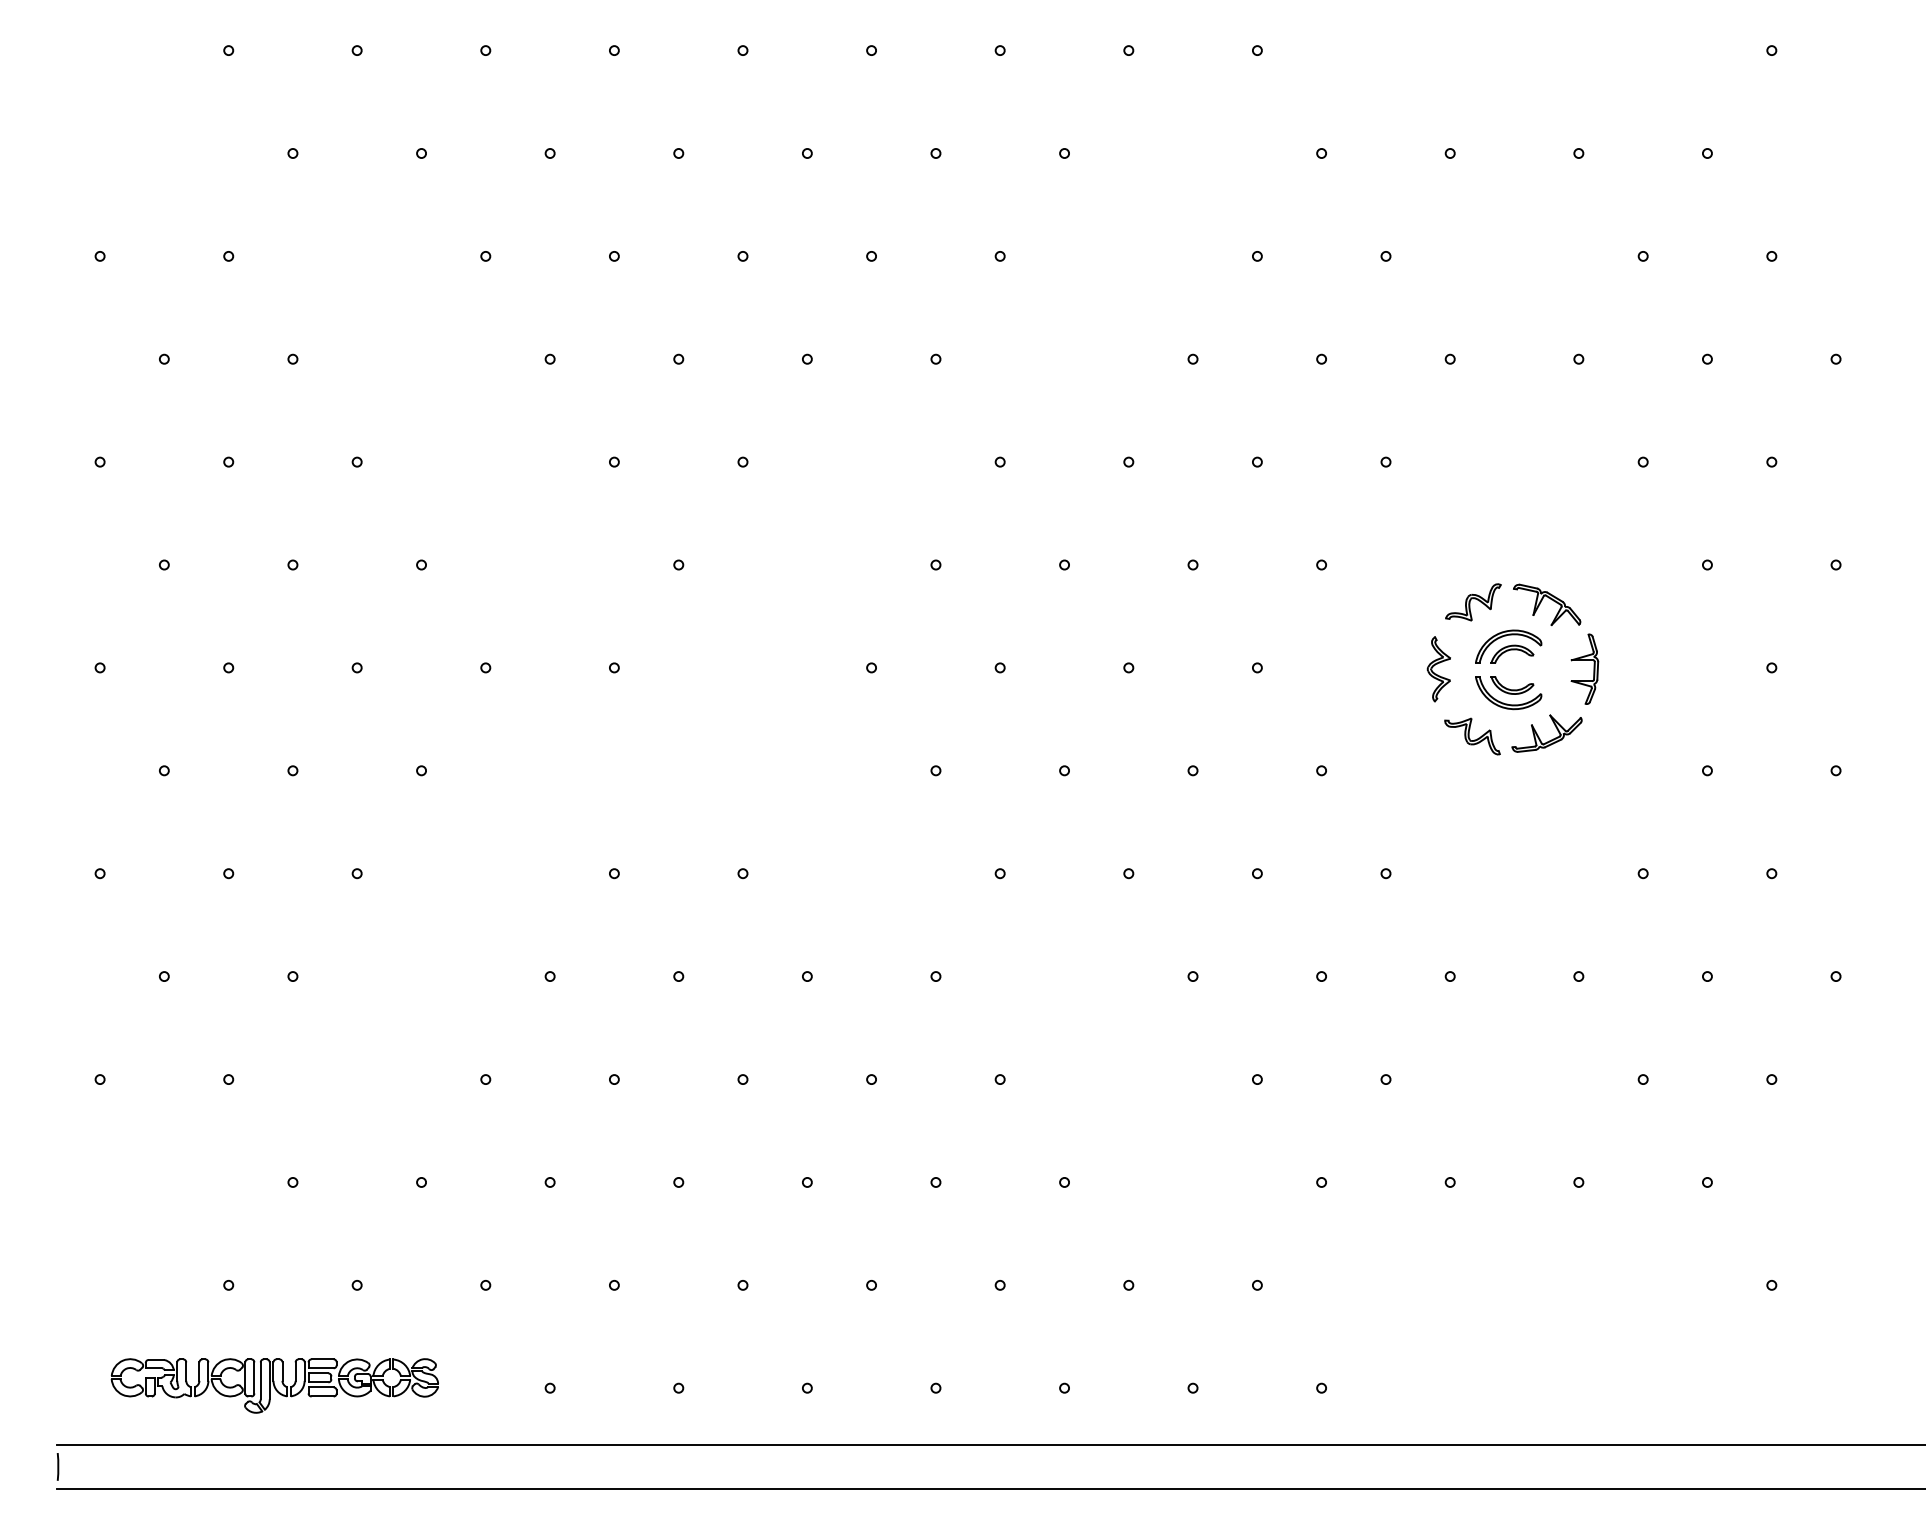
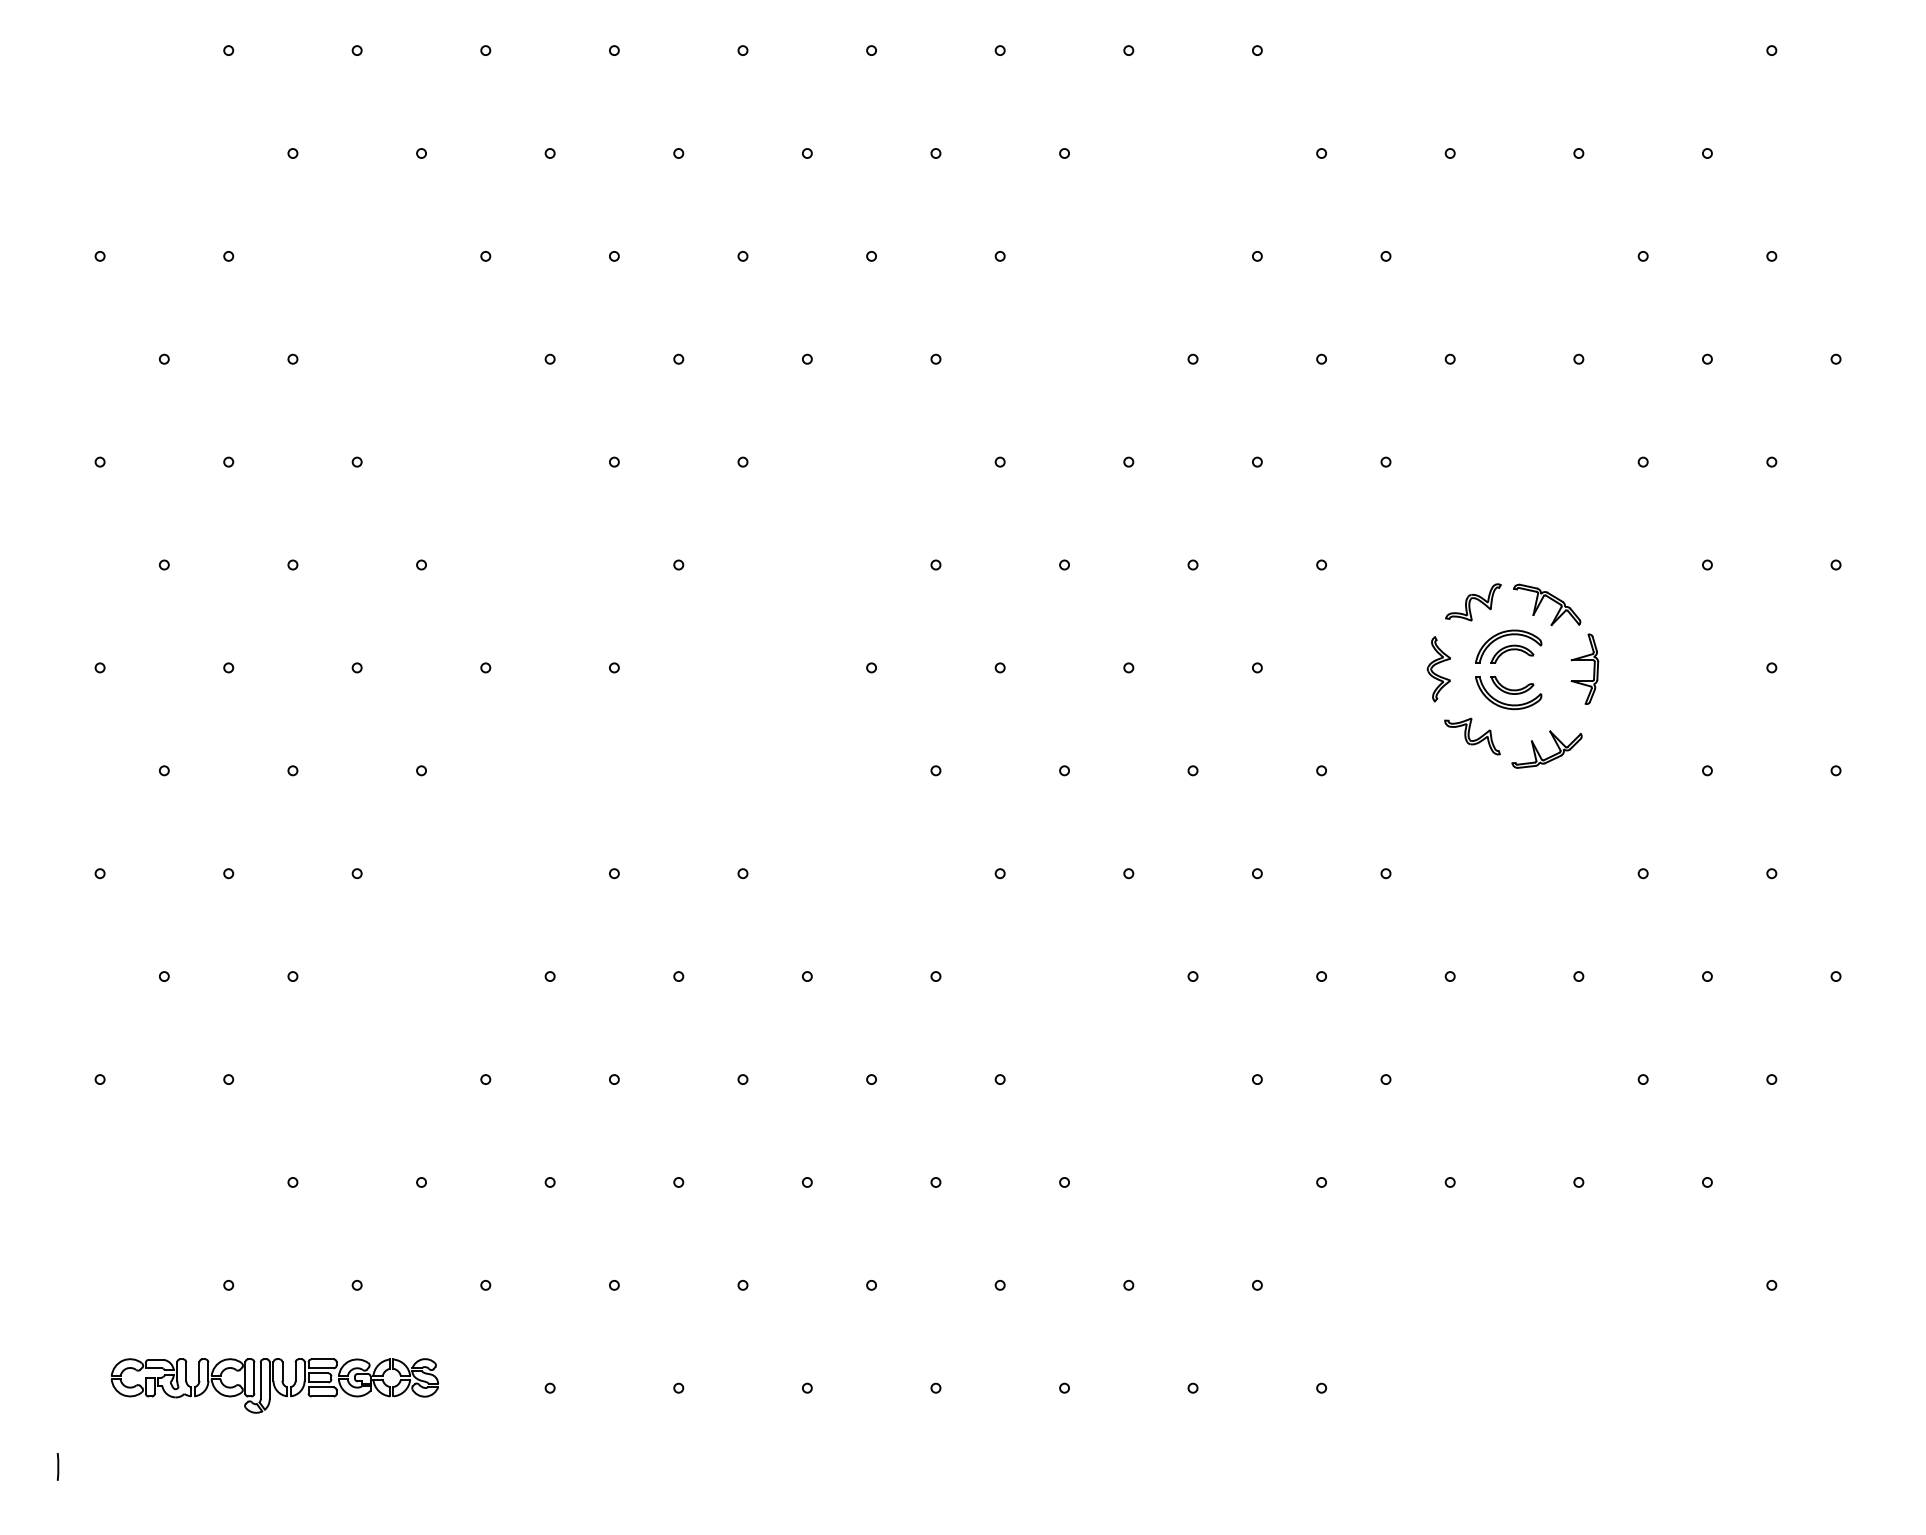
part at (1549, 740) position: (1549, 740) -> (1549, 756)
line at (989, 1444): present -> none
line at (989, 1488): present -> none
